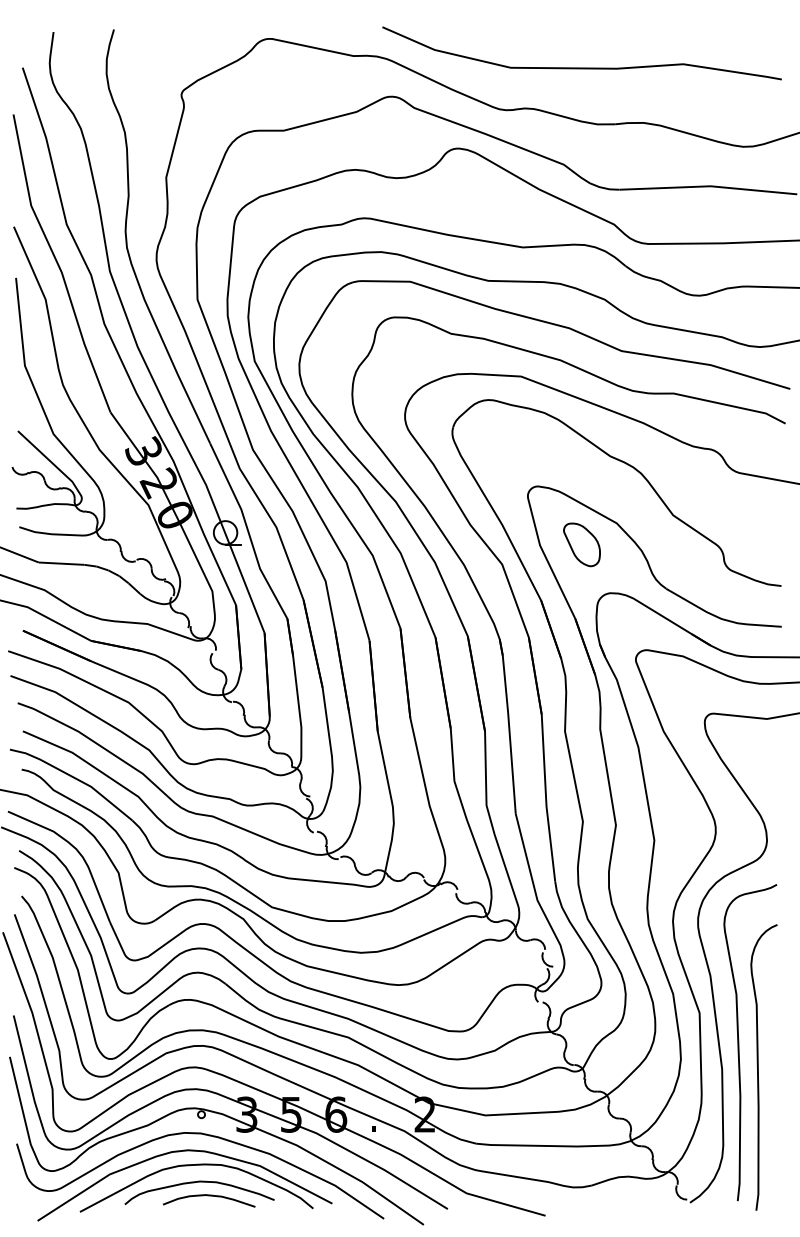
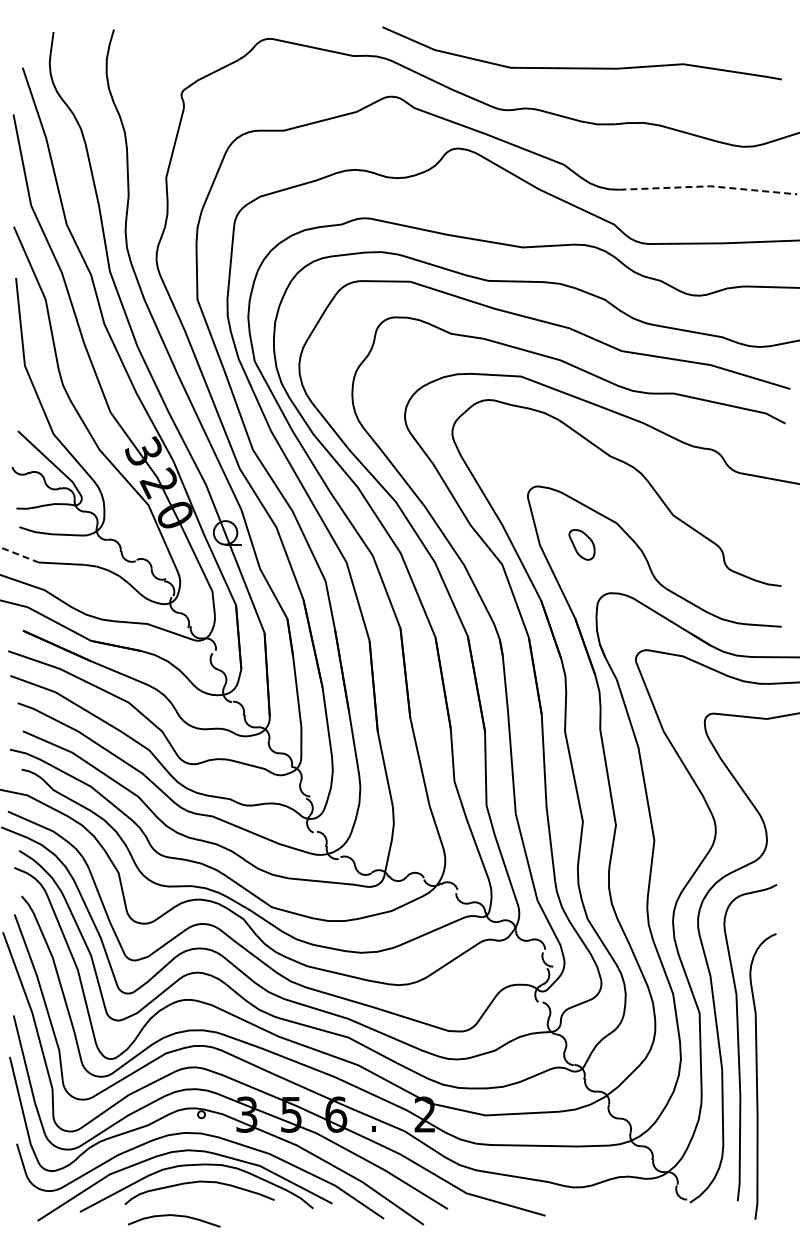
line at (708, 186): solid -> dashed
part at (581, 544) size: 38x46 px -> 28x32 px
line at (19, 554): solid -> dashed
curve at (758, 1067) position: (758, 1067) -> (757, 1076)
curve at (209, 1196) position: (209, 1196) -> (174, 1216)
